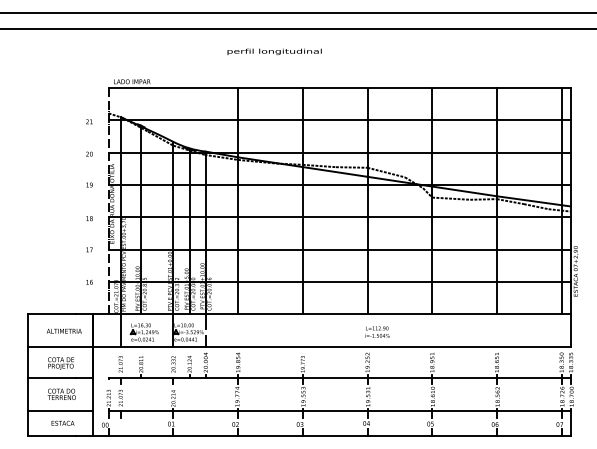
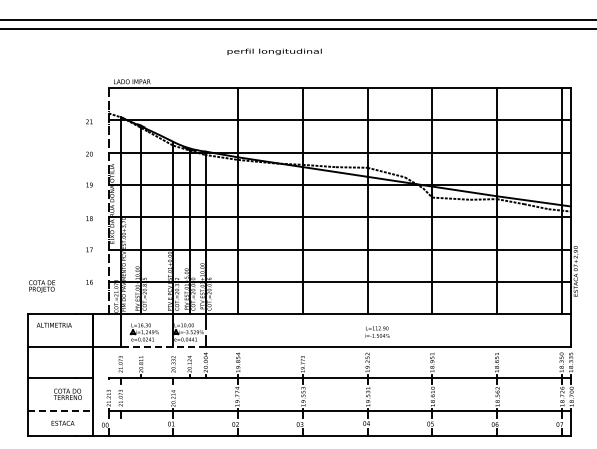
line at (297, 13) position: (297, 13) -> (297, 20)
text at (63, 330) position: (63, 330) -> (53, 324)
line at (163, 347): solid -> dashed
text at (60, 363) position: (60, 363) -> (41, 286)
text at (61, 393) position: (61, 393) -> (67, 393)
line at (60, 411): solid -> dashed
